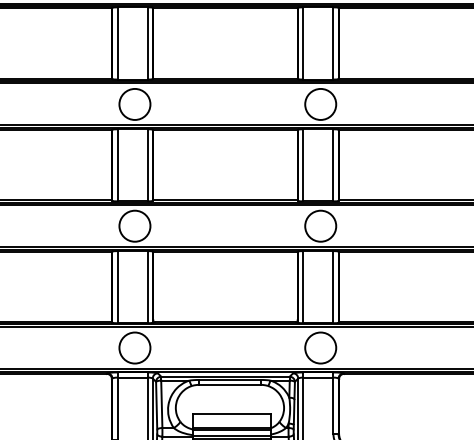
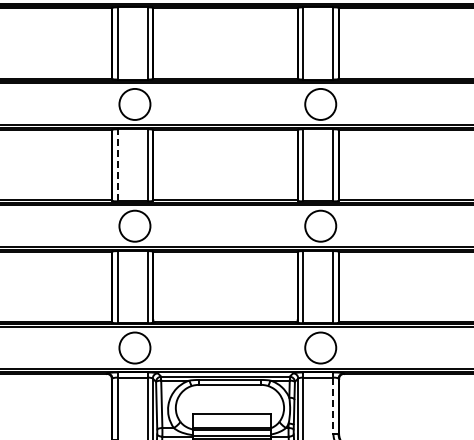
line at (117, 164): solid -> dashed
line at (333, 406): solid -> dashed
